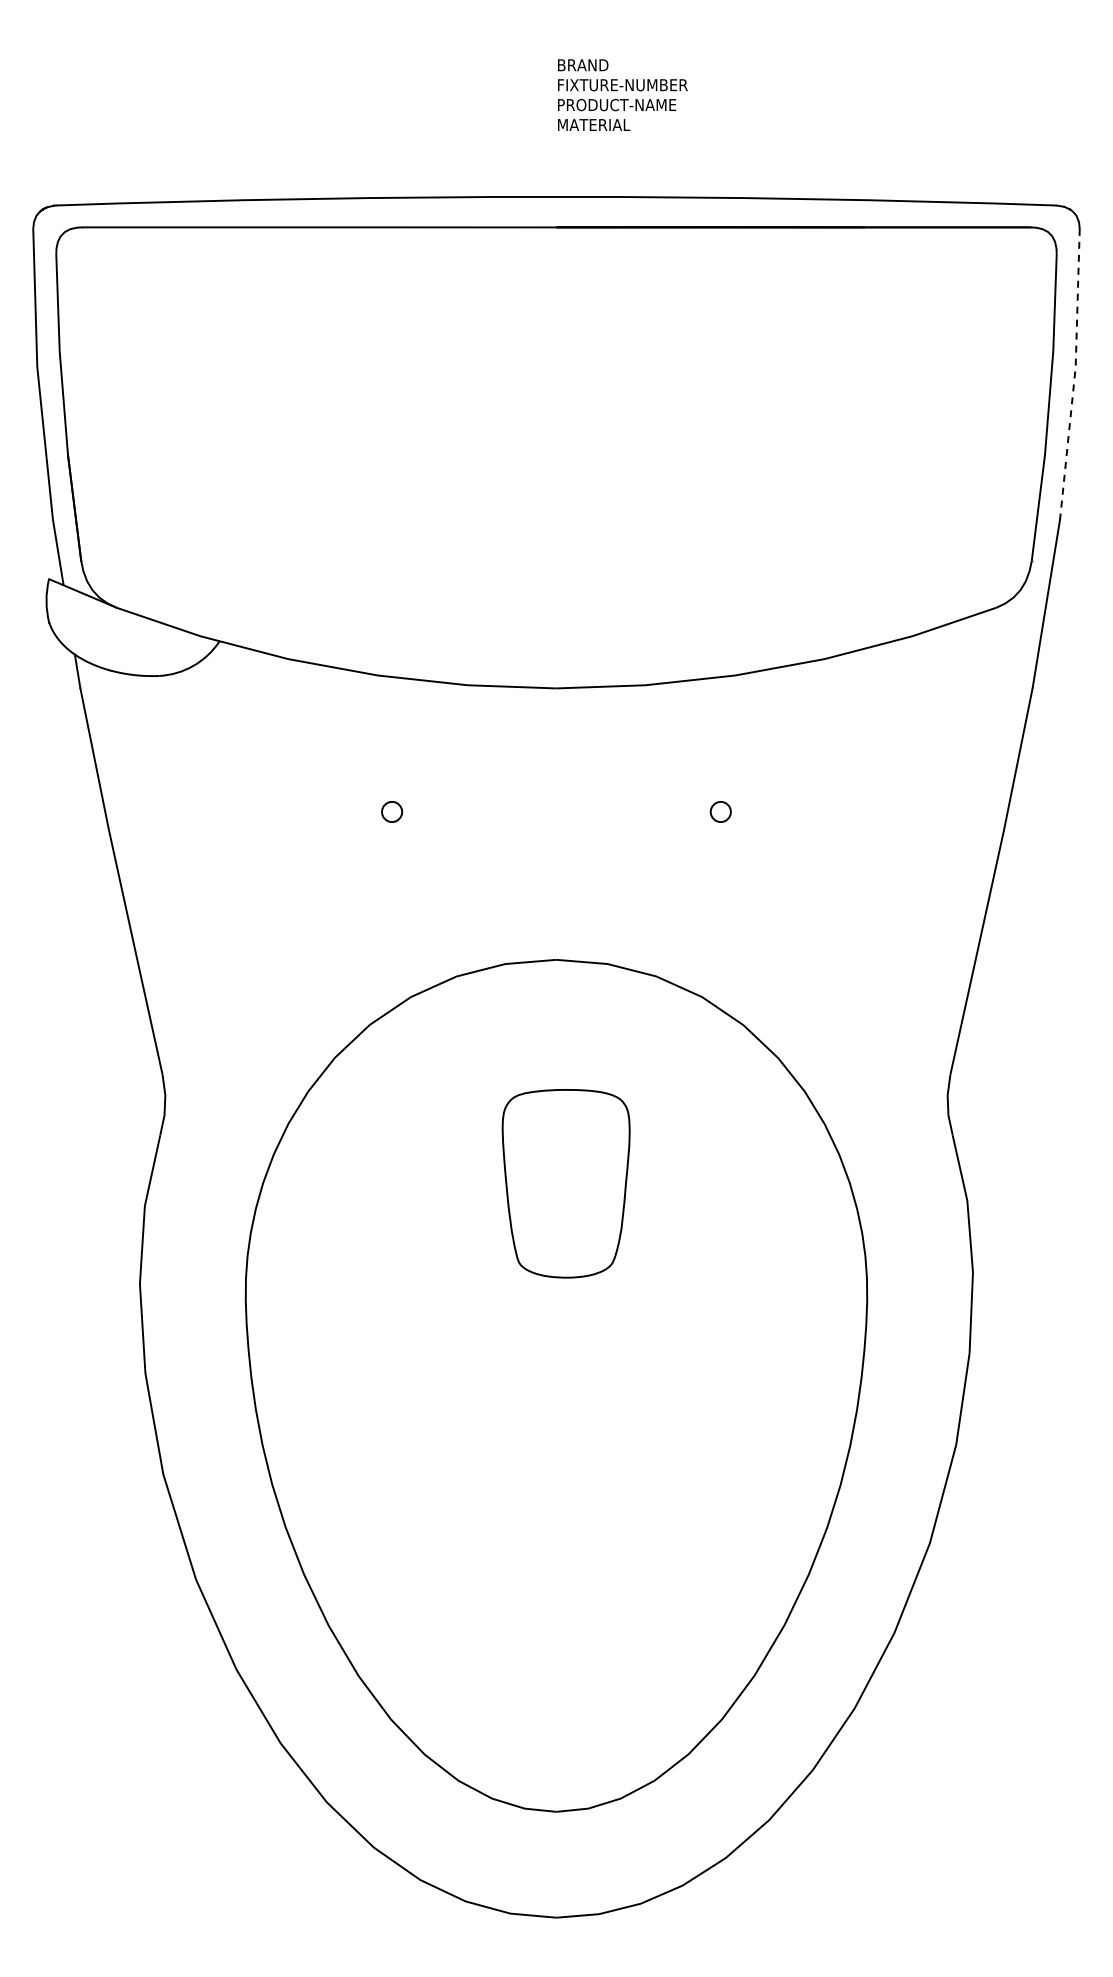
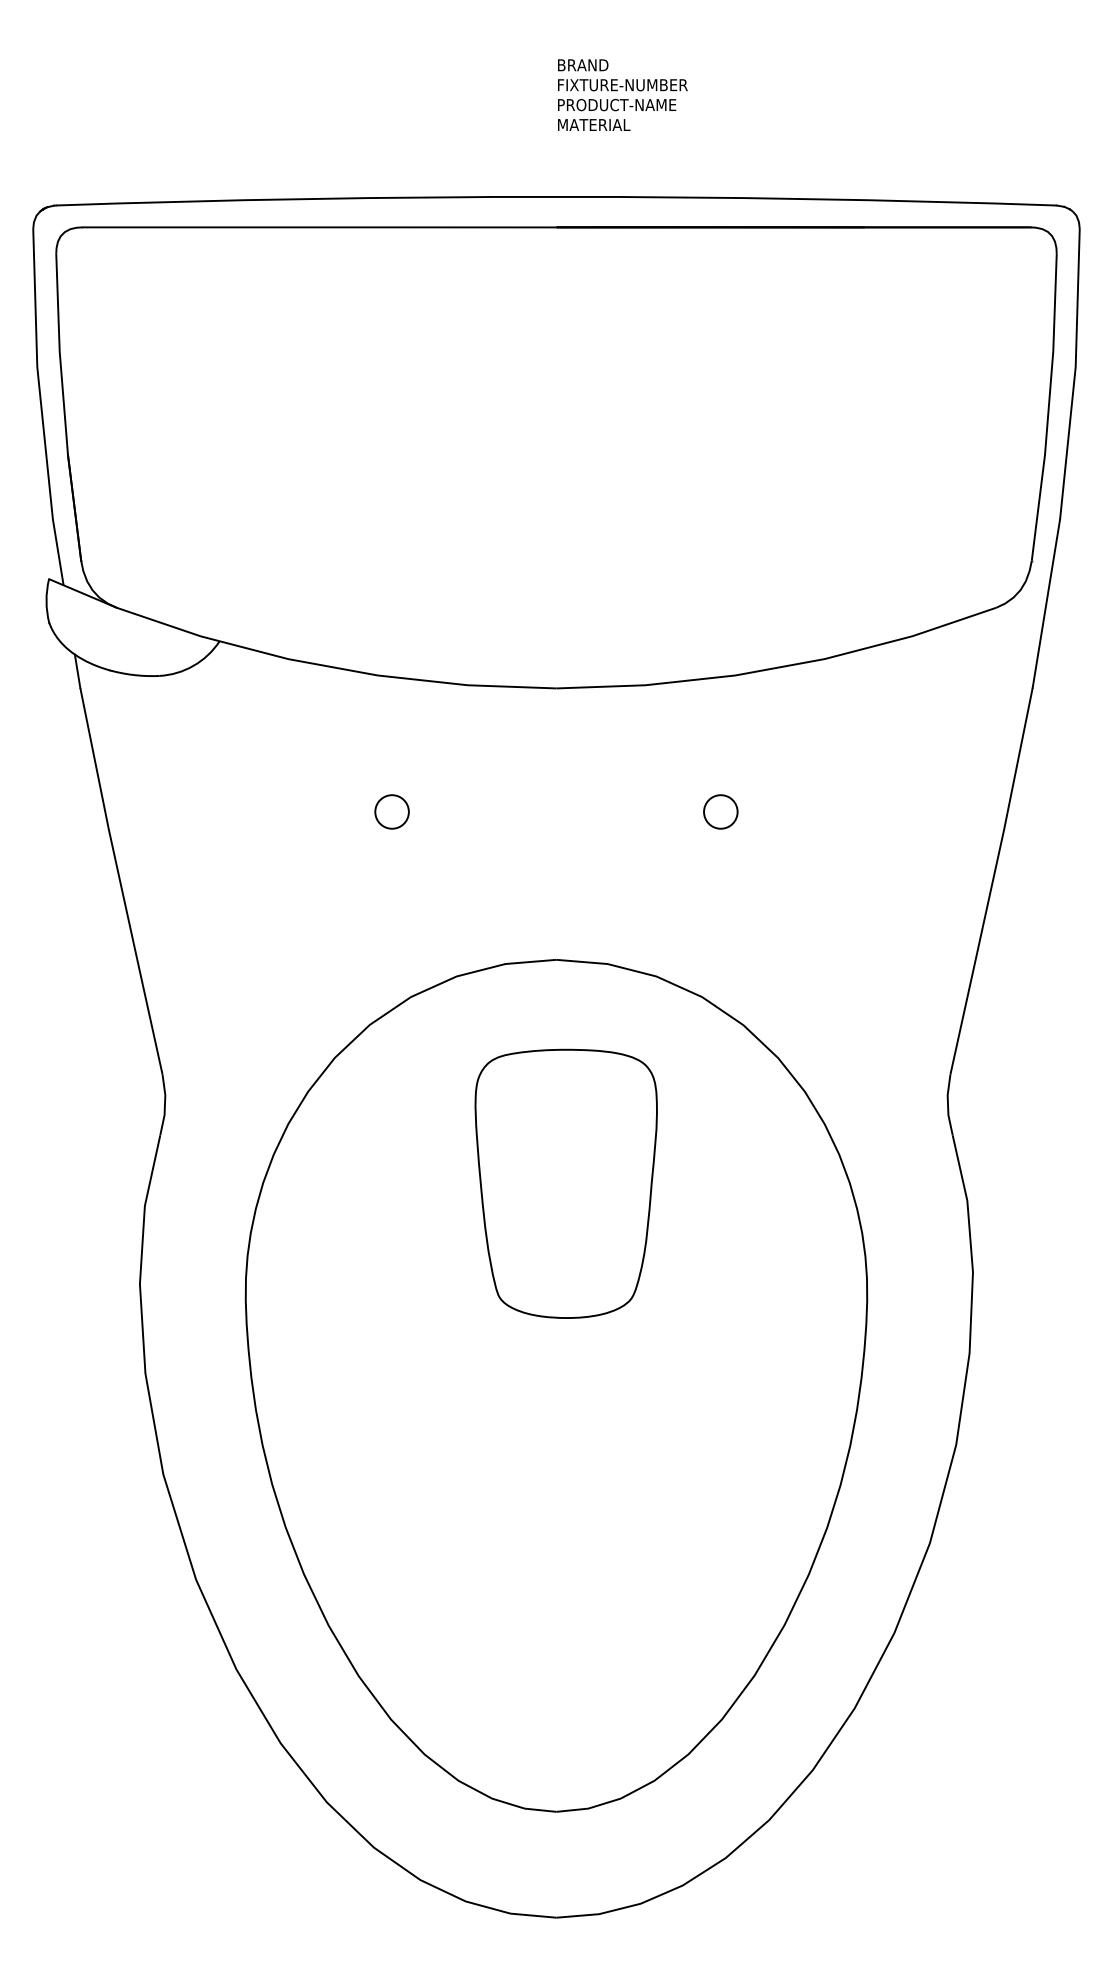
line at (1074, 374): dashed -> solid
circle at (392, 811) diameter: 20 px -> 34 px
circle at (720, 811) diameter: 20 px -> 34 px
part at (565, 1183) size: 130x190 px -> 184x271 px
